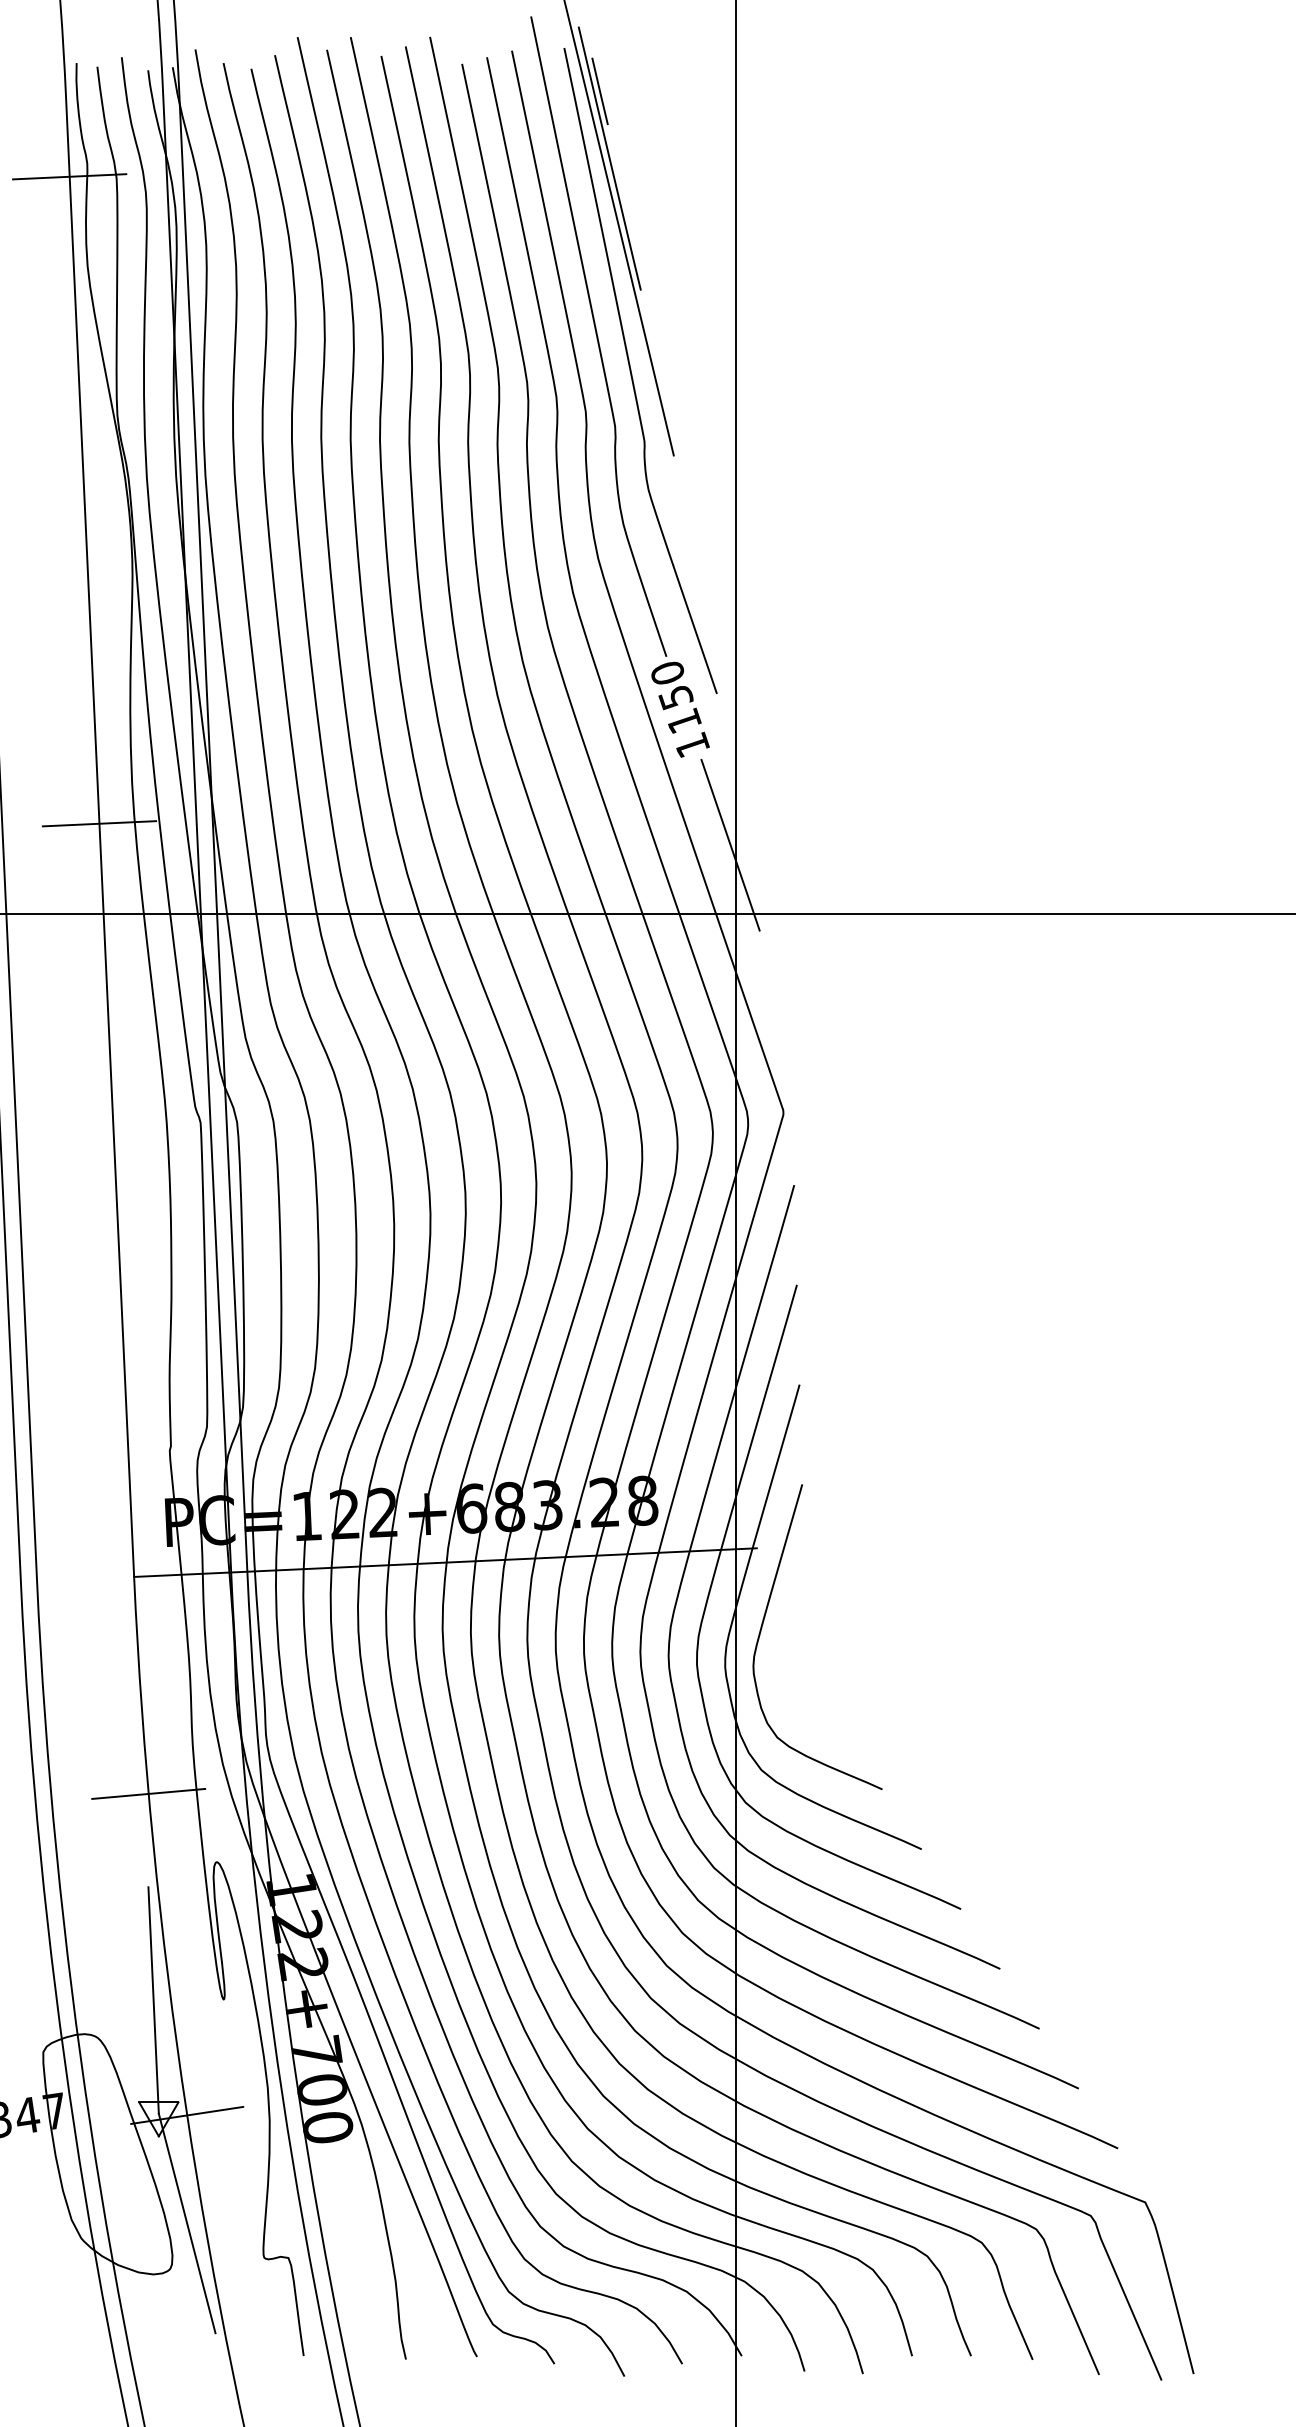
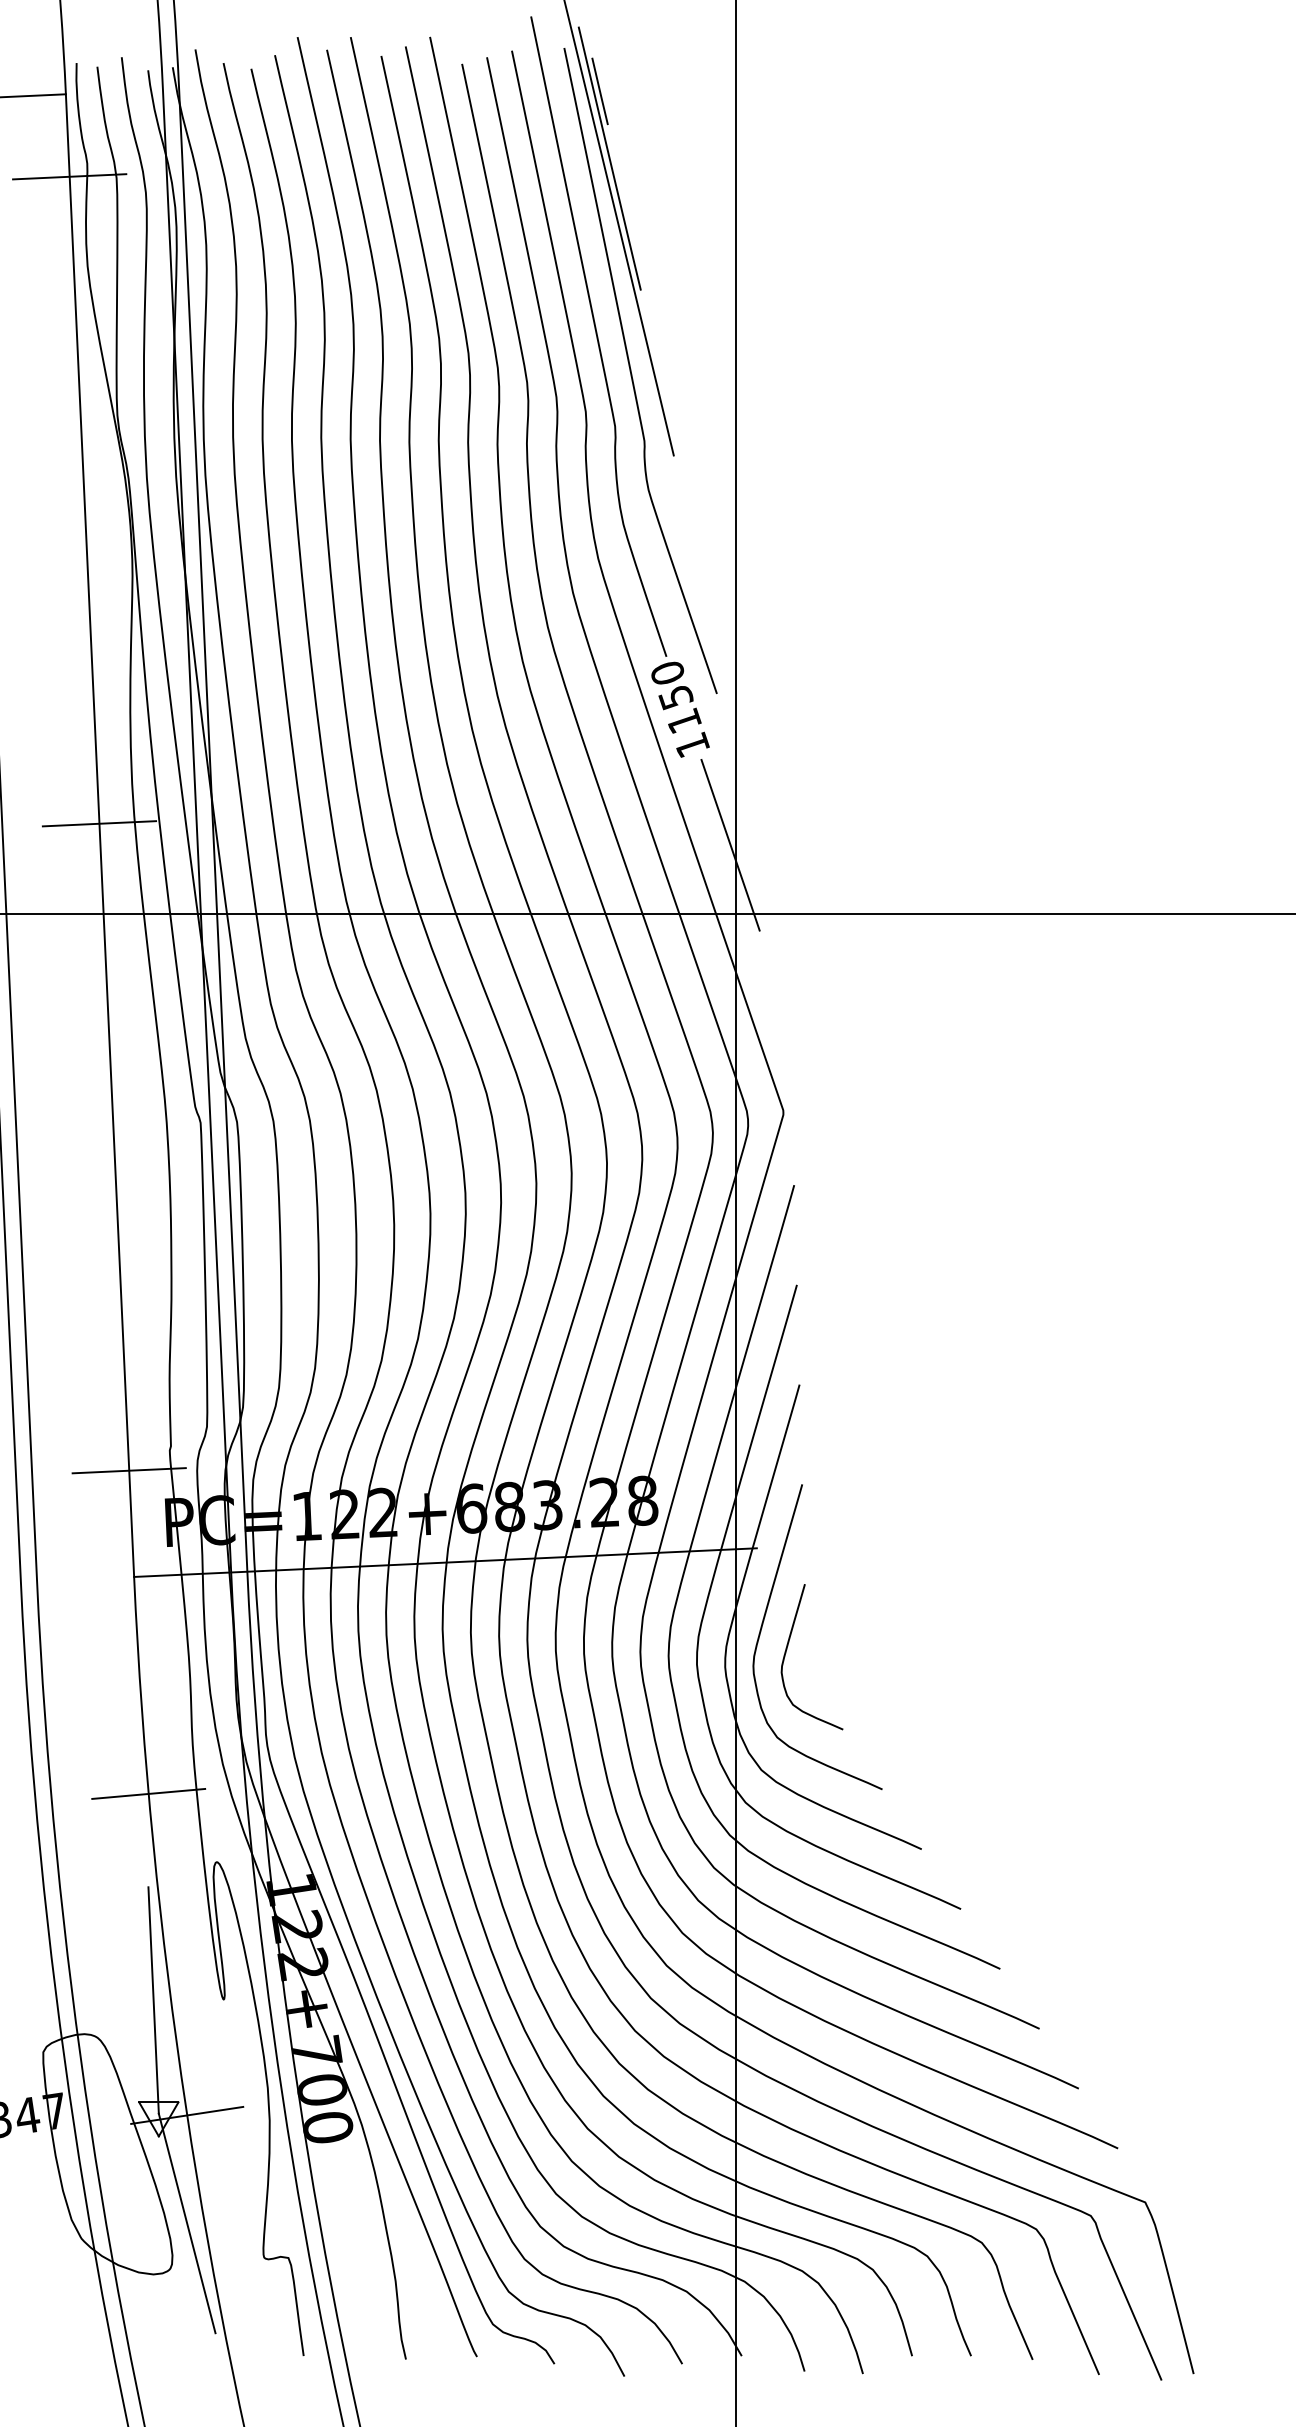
line at (33, 95): none -> present
line at (128, 1470): none -> present
curve at (787, 1649): none -> present
